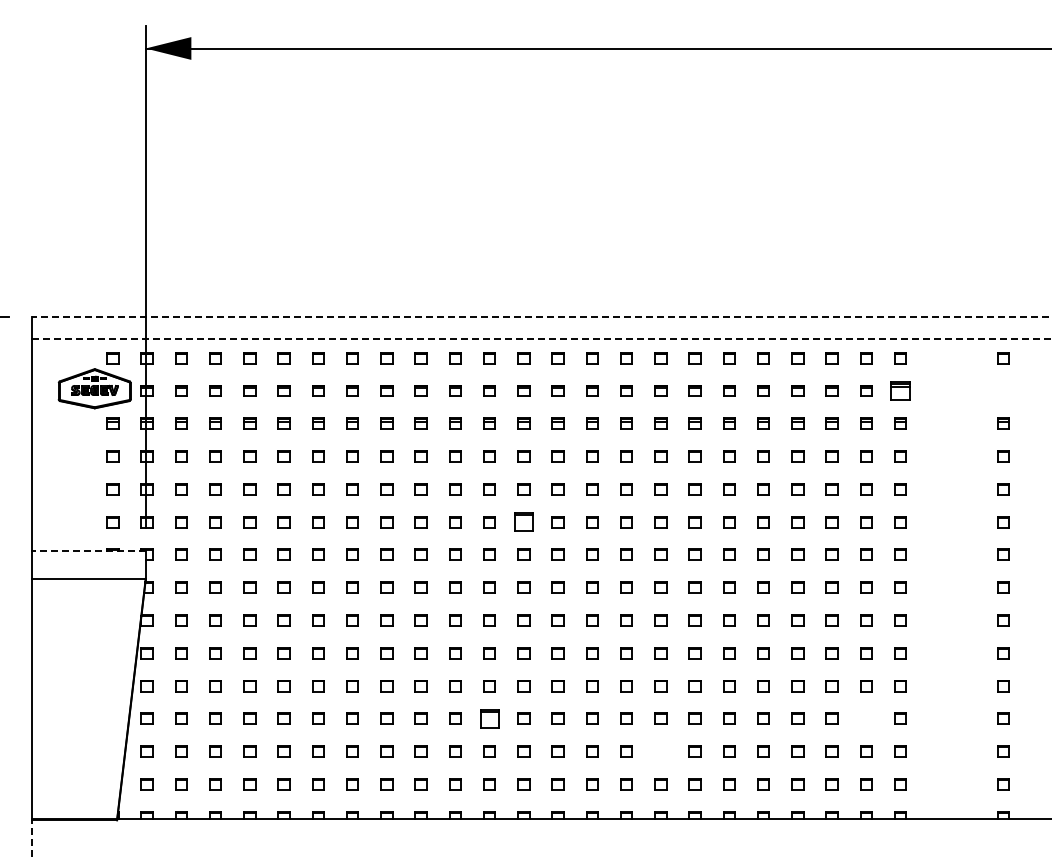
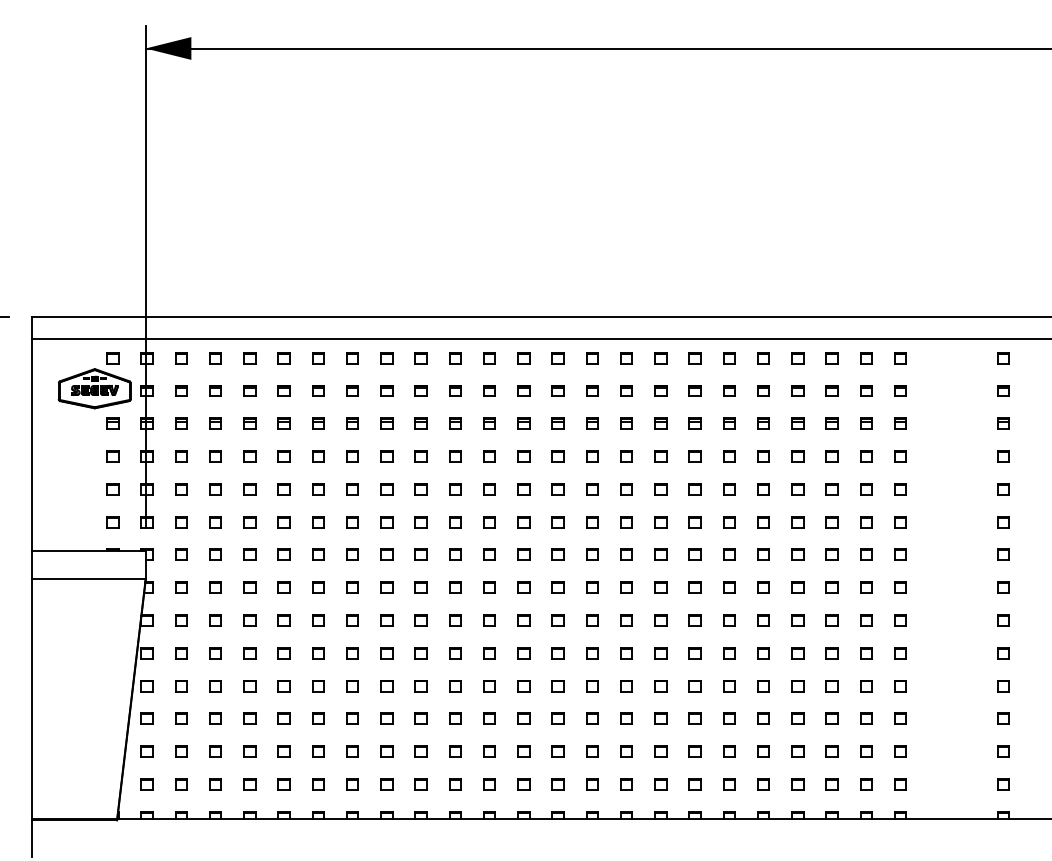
line at (541, 316): dashed -> solid
line at (541, 339): dashed -> solid
part at (900, 390) size: 21x20 px -> 13x12 px
part at (1003, 390): none -> present
part at (523, 521) size: 20x20 px -> 14x13 px
line at (88, 550): dashed -> solid
part at (489, 718) size: 20x20 px -> 13x13 px
part at (866, 718): none -> present
part at (660, 751): none -> present
line at (31, 838): dashed -> solid
